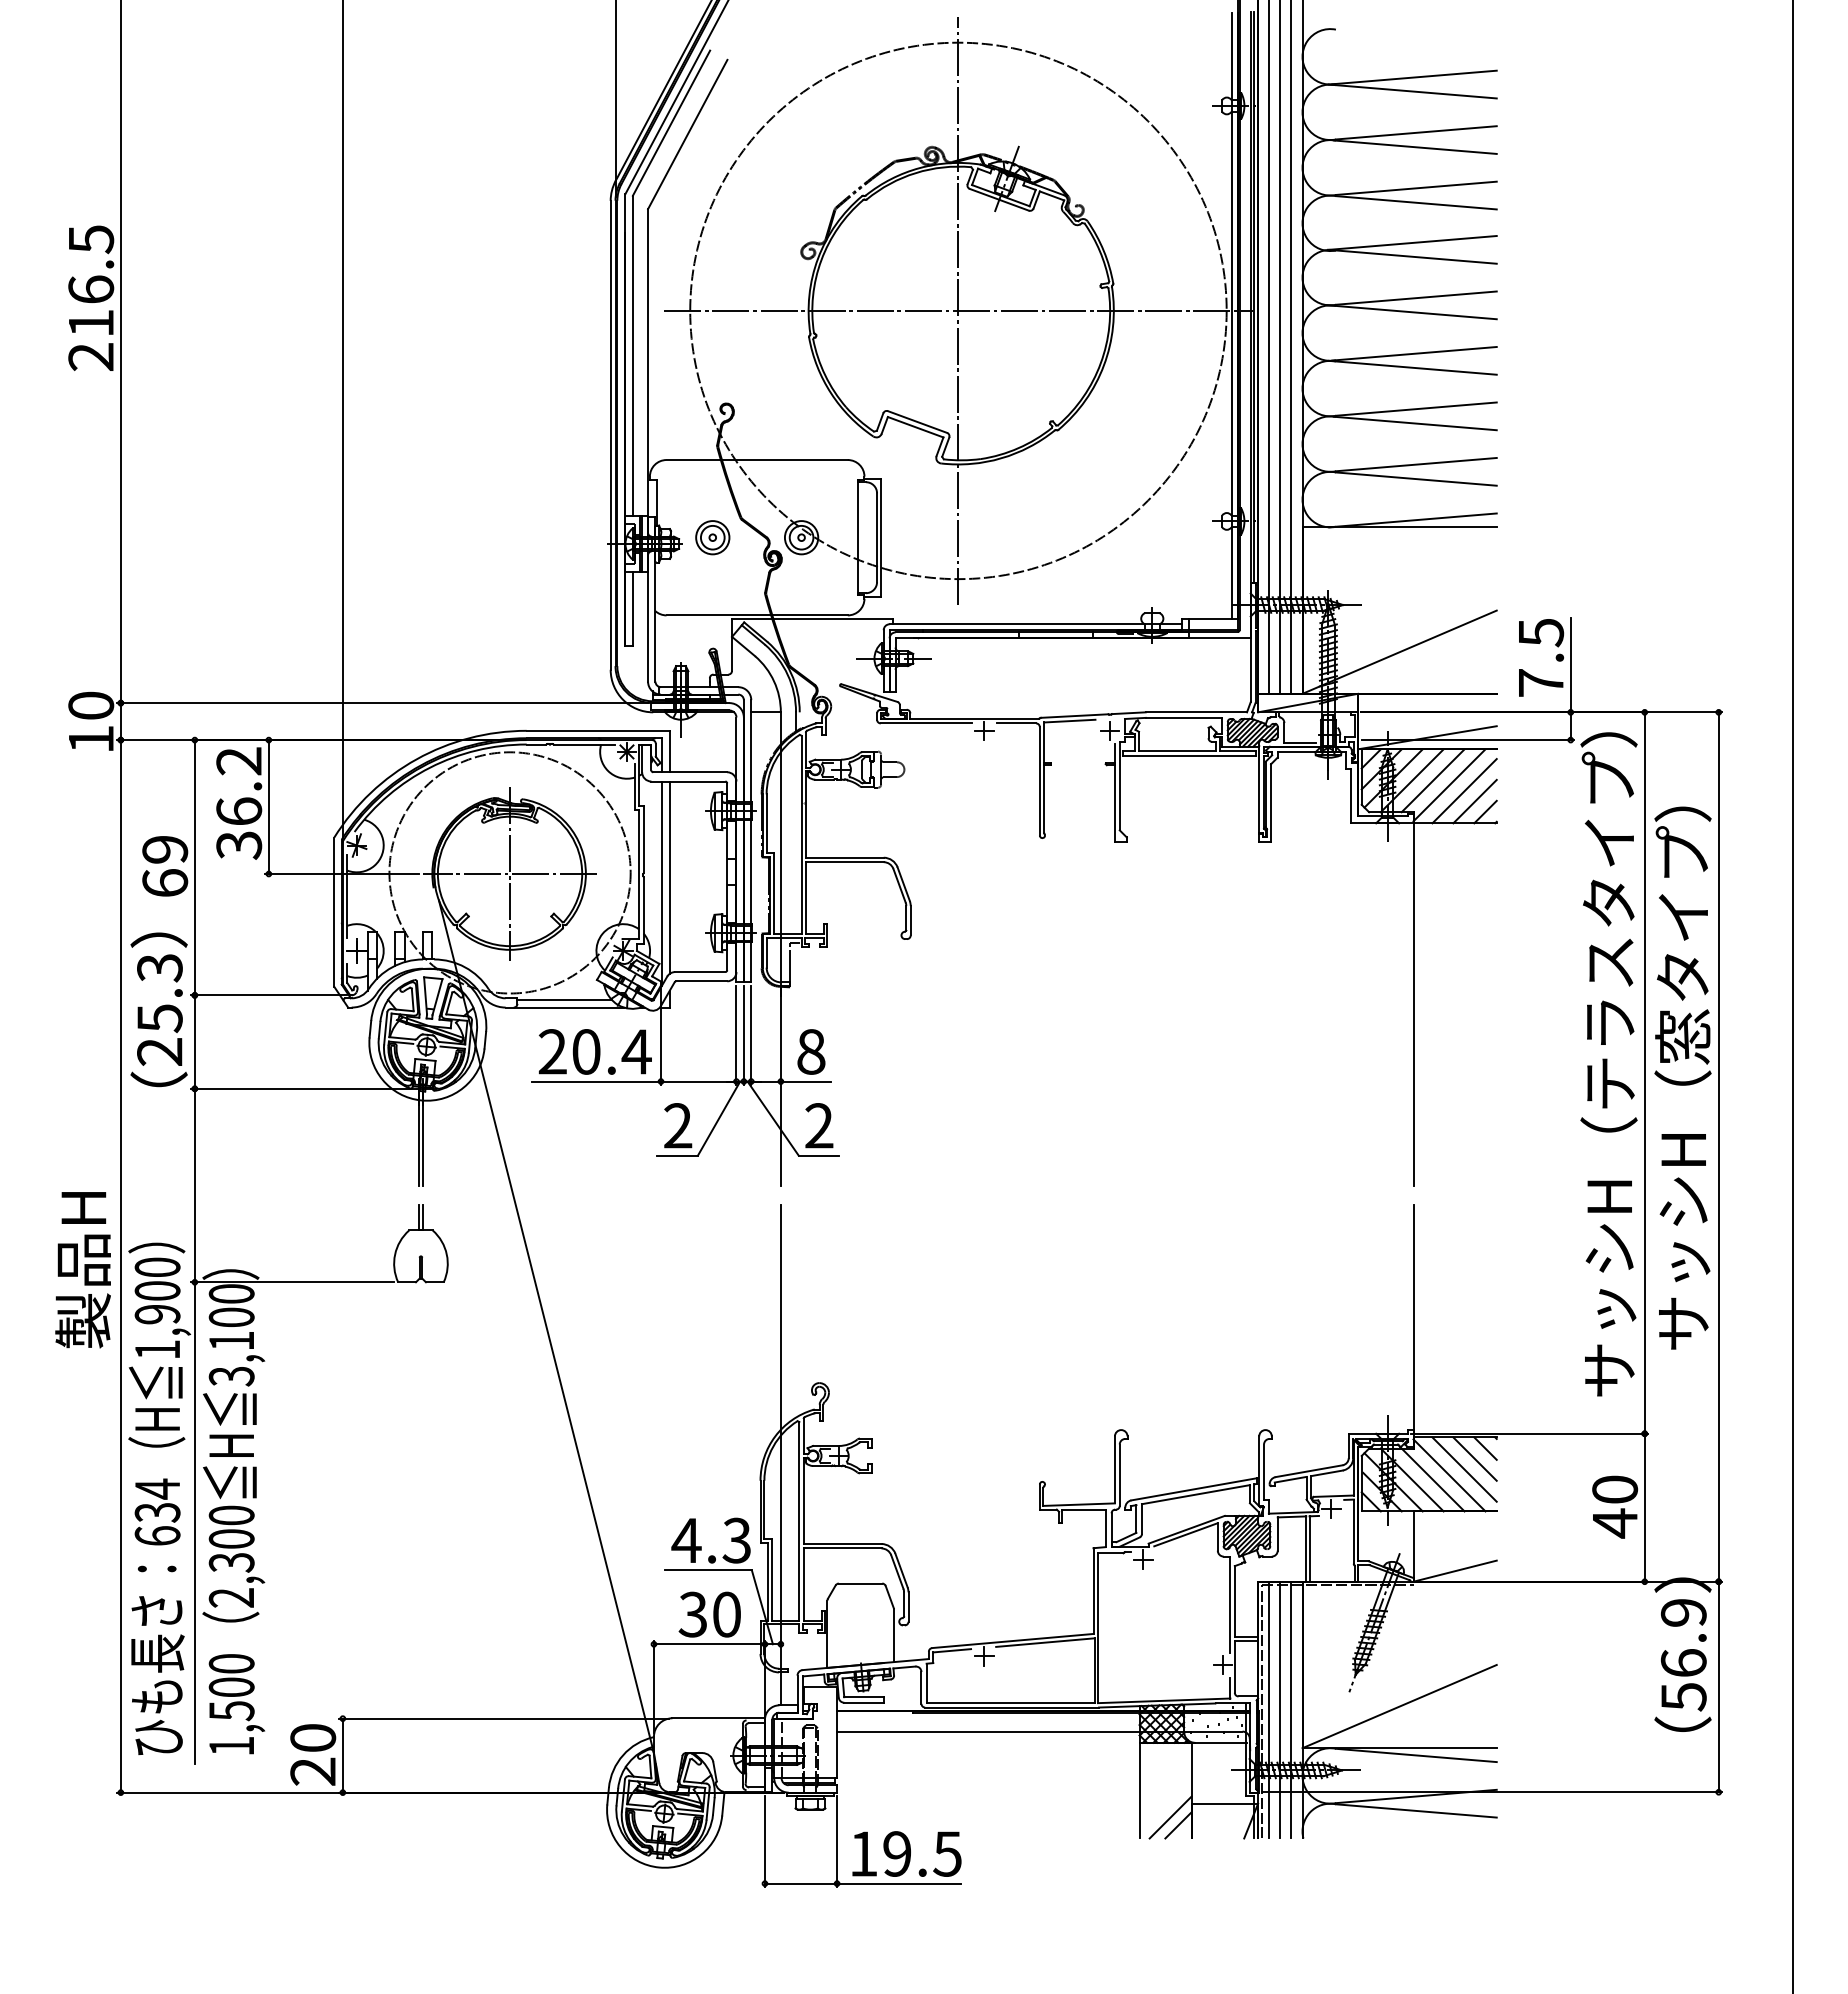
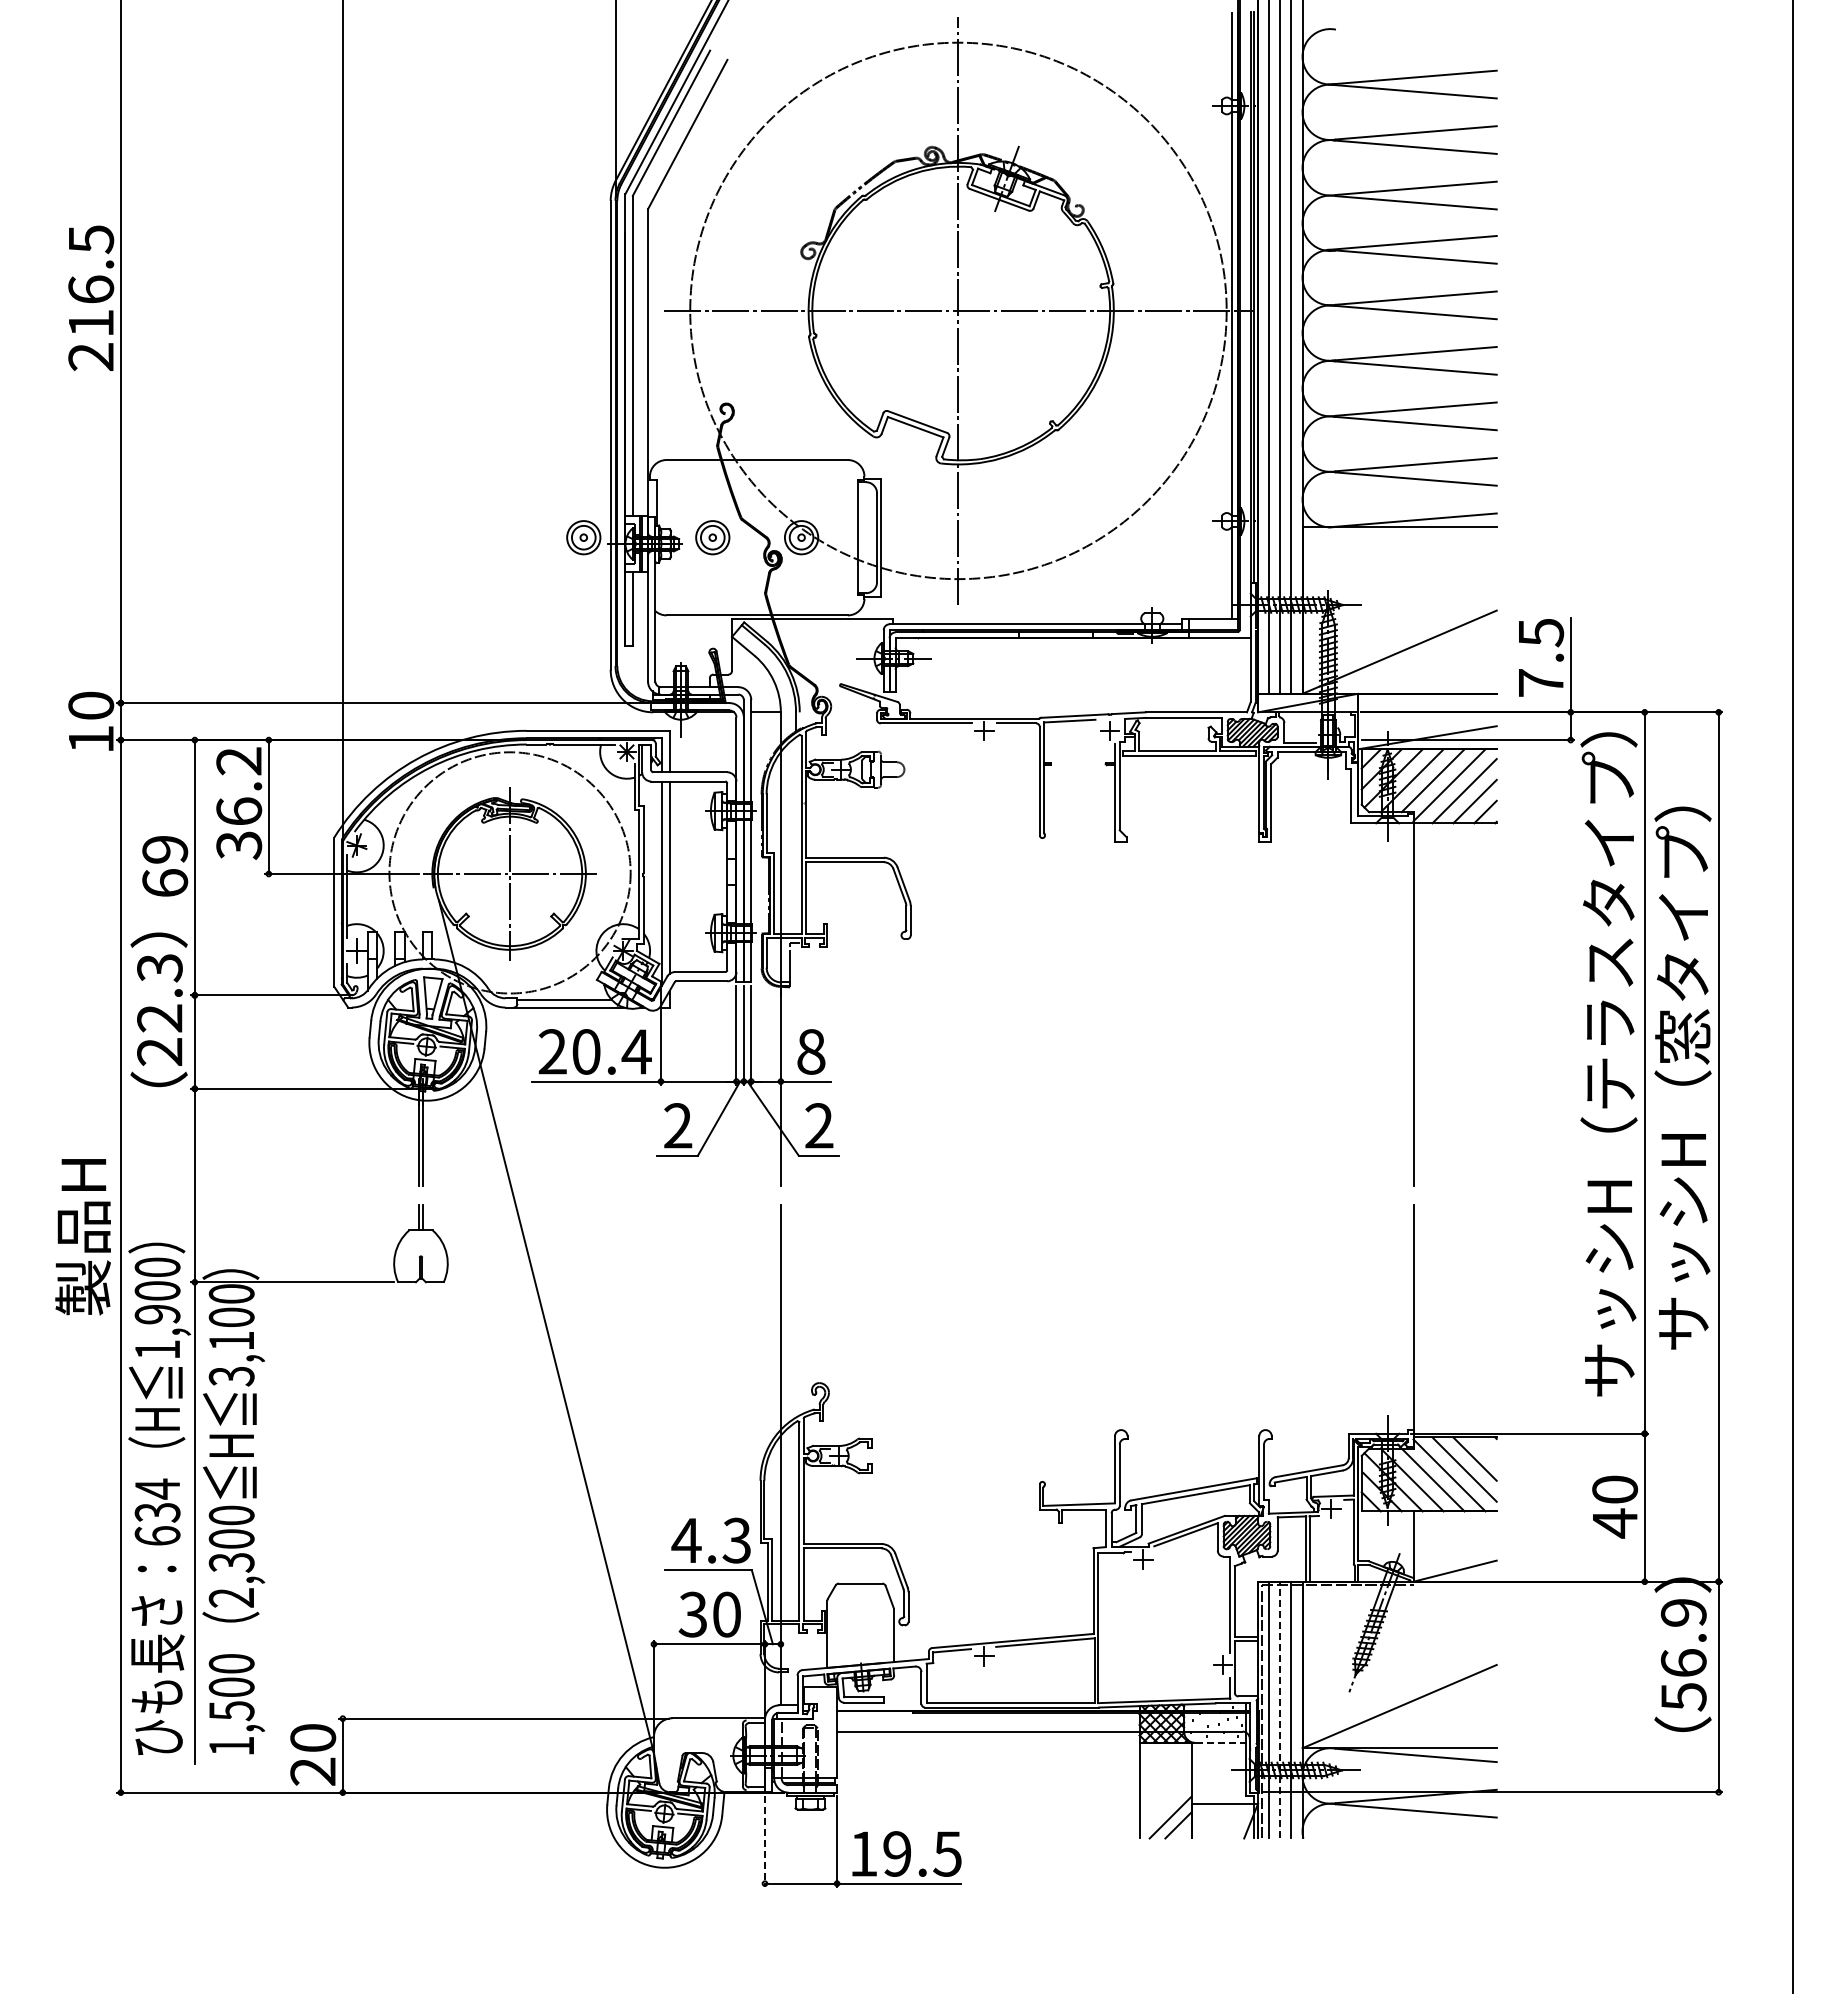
part at (583, 537): none -> present
text at (159, 1018): 25.3 -> 22.3
text at (82, 1270) position: (82, 1270) -> (82, 1237)
line at (1485, 1448): present -> none
line at (1280, 1709): solid -> dashed
line at (1221, 1742): solid -> dashed
line at (764, 1841): solid -> dashed
